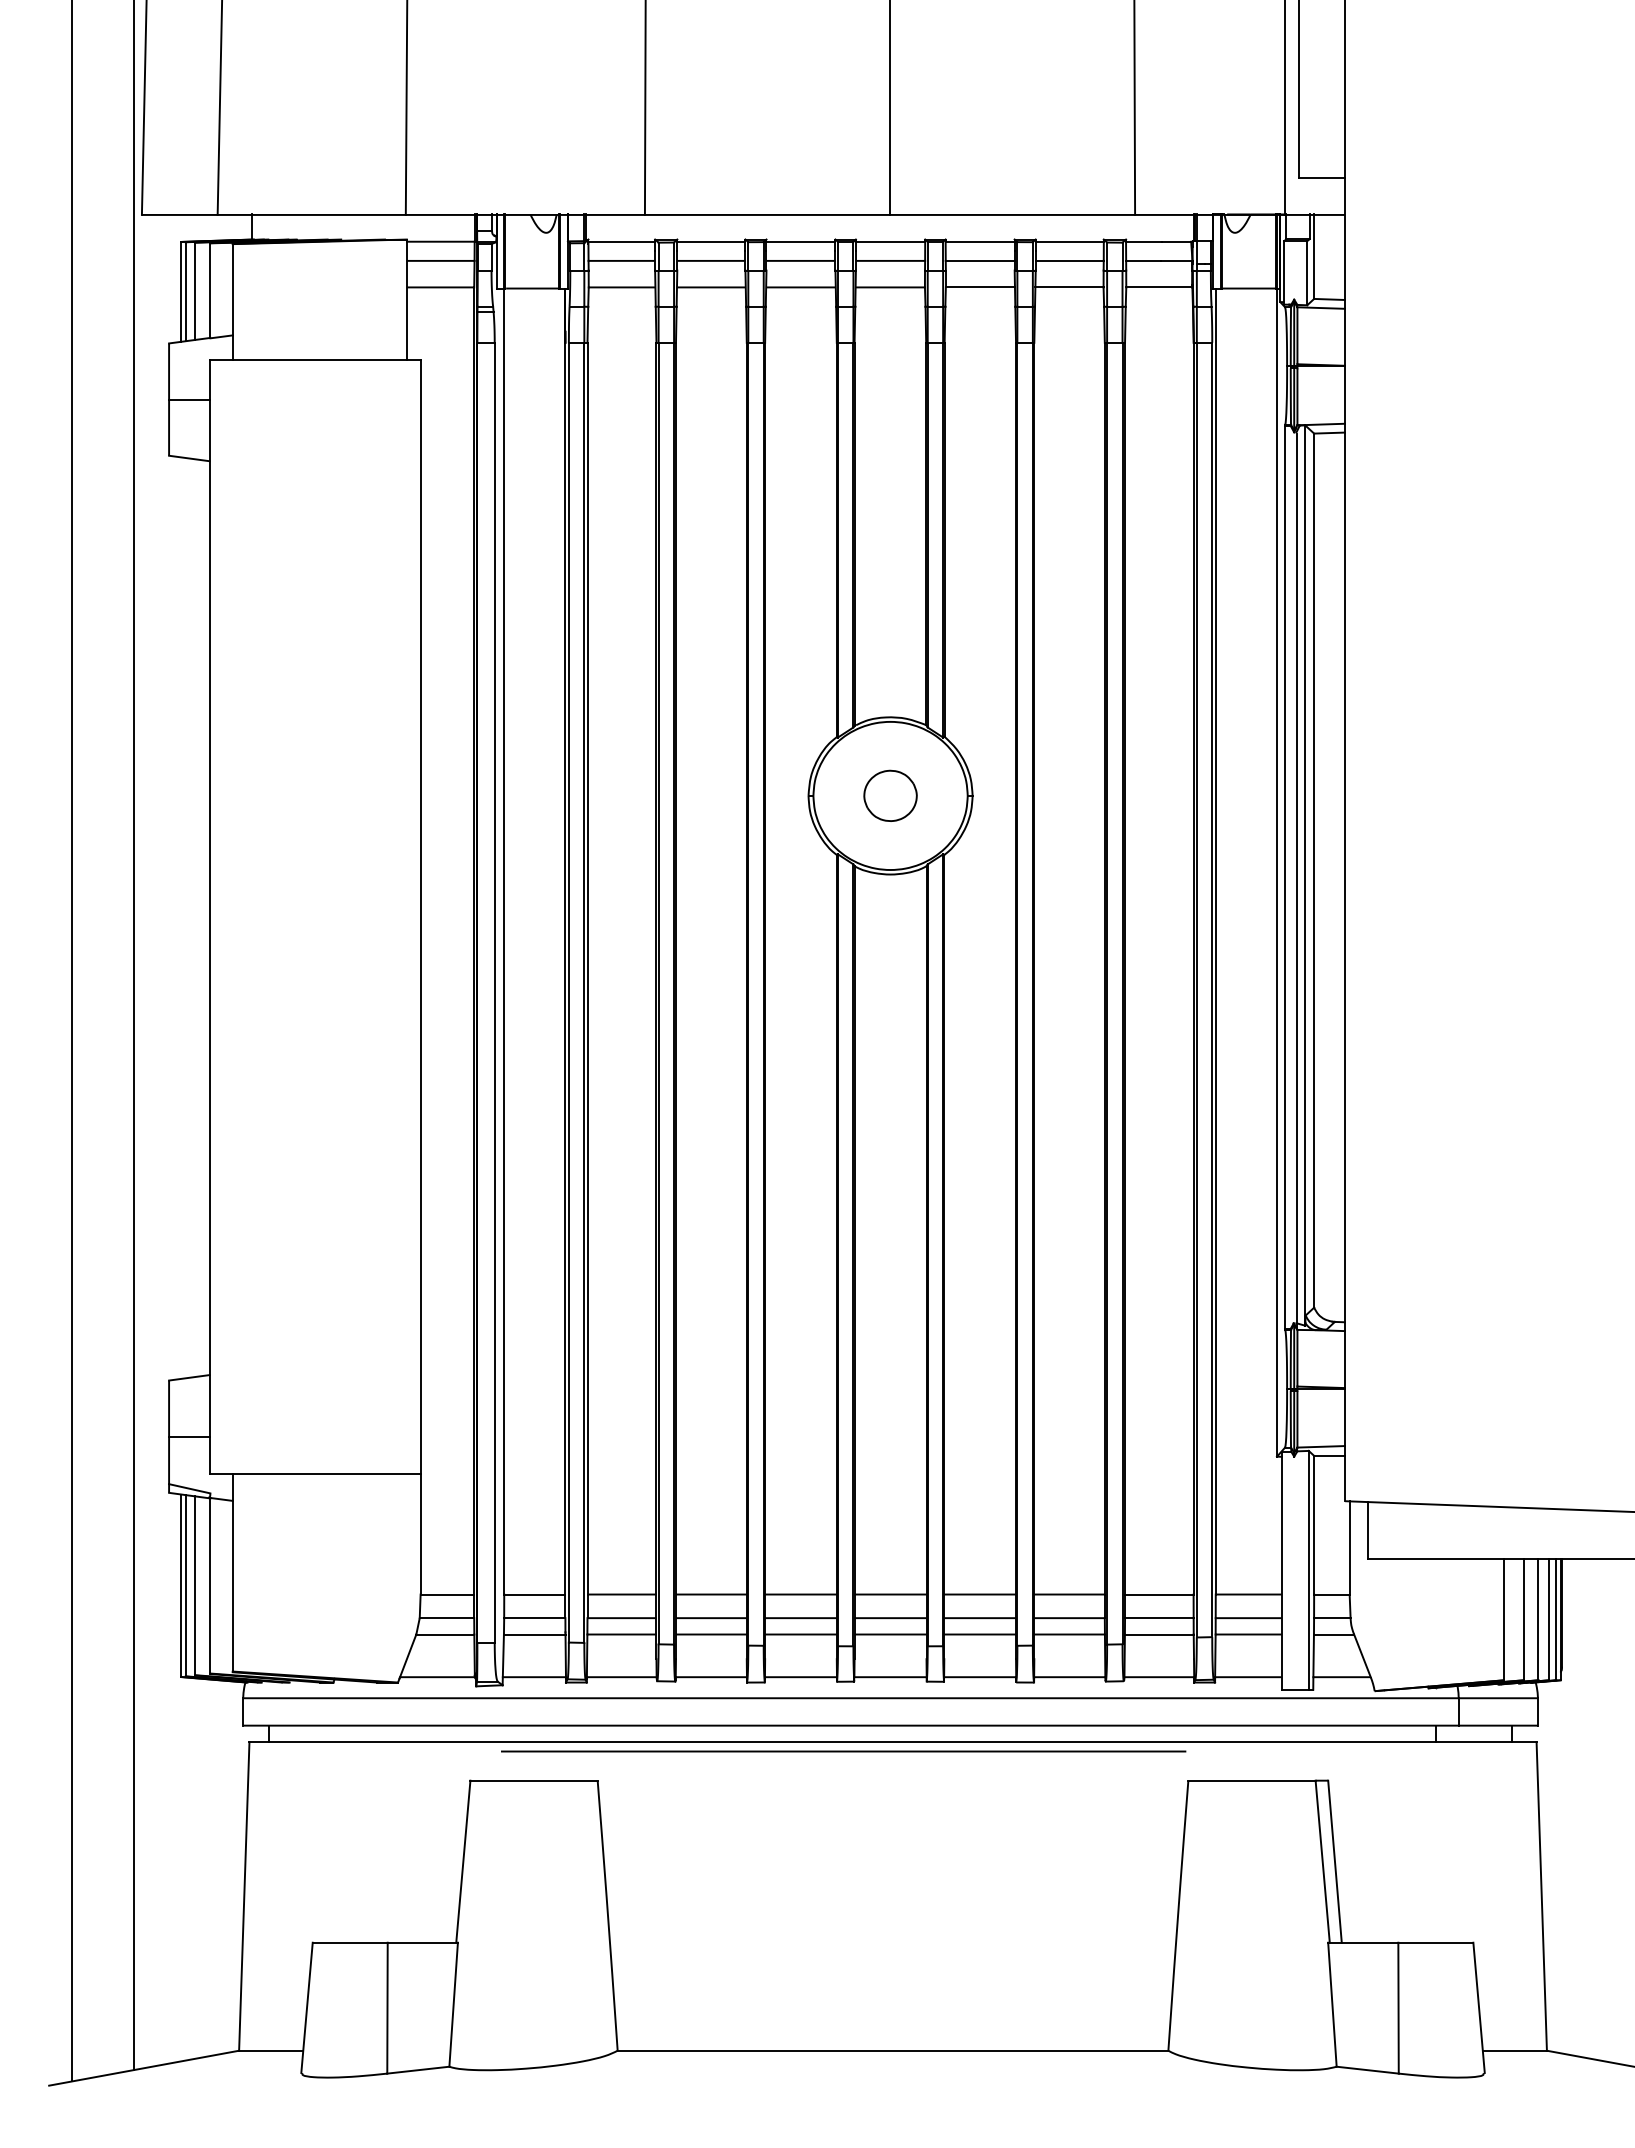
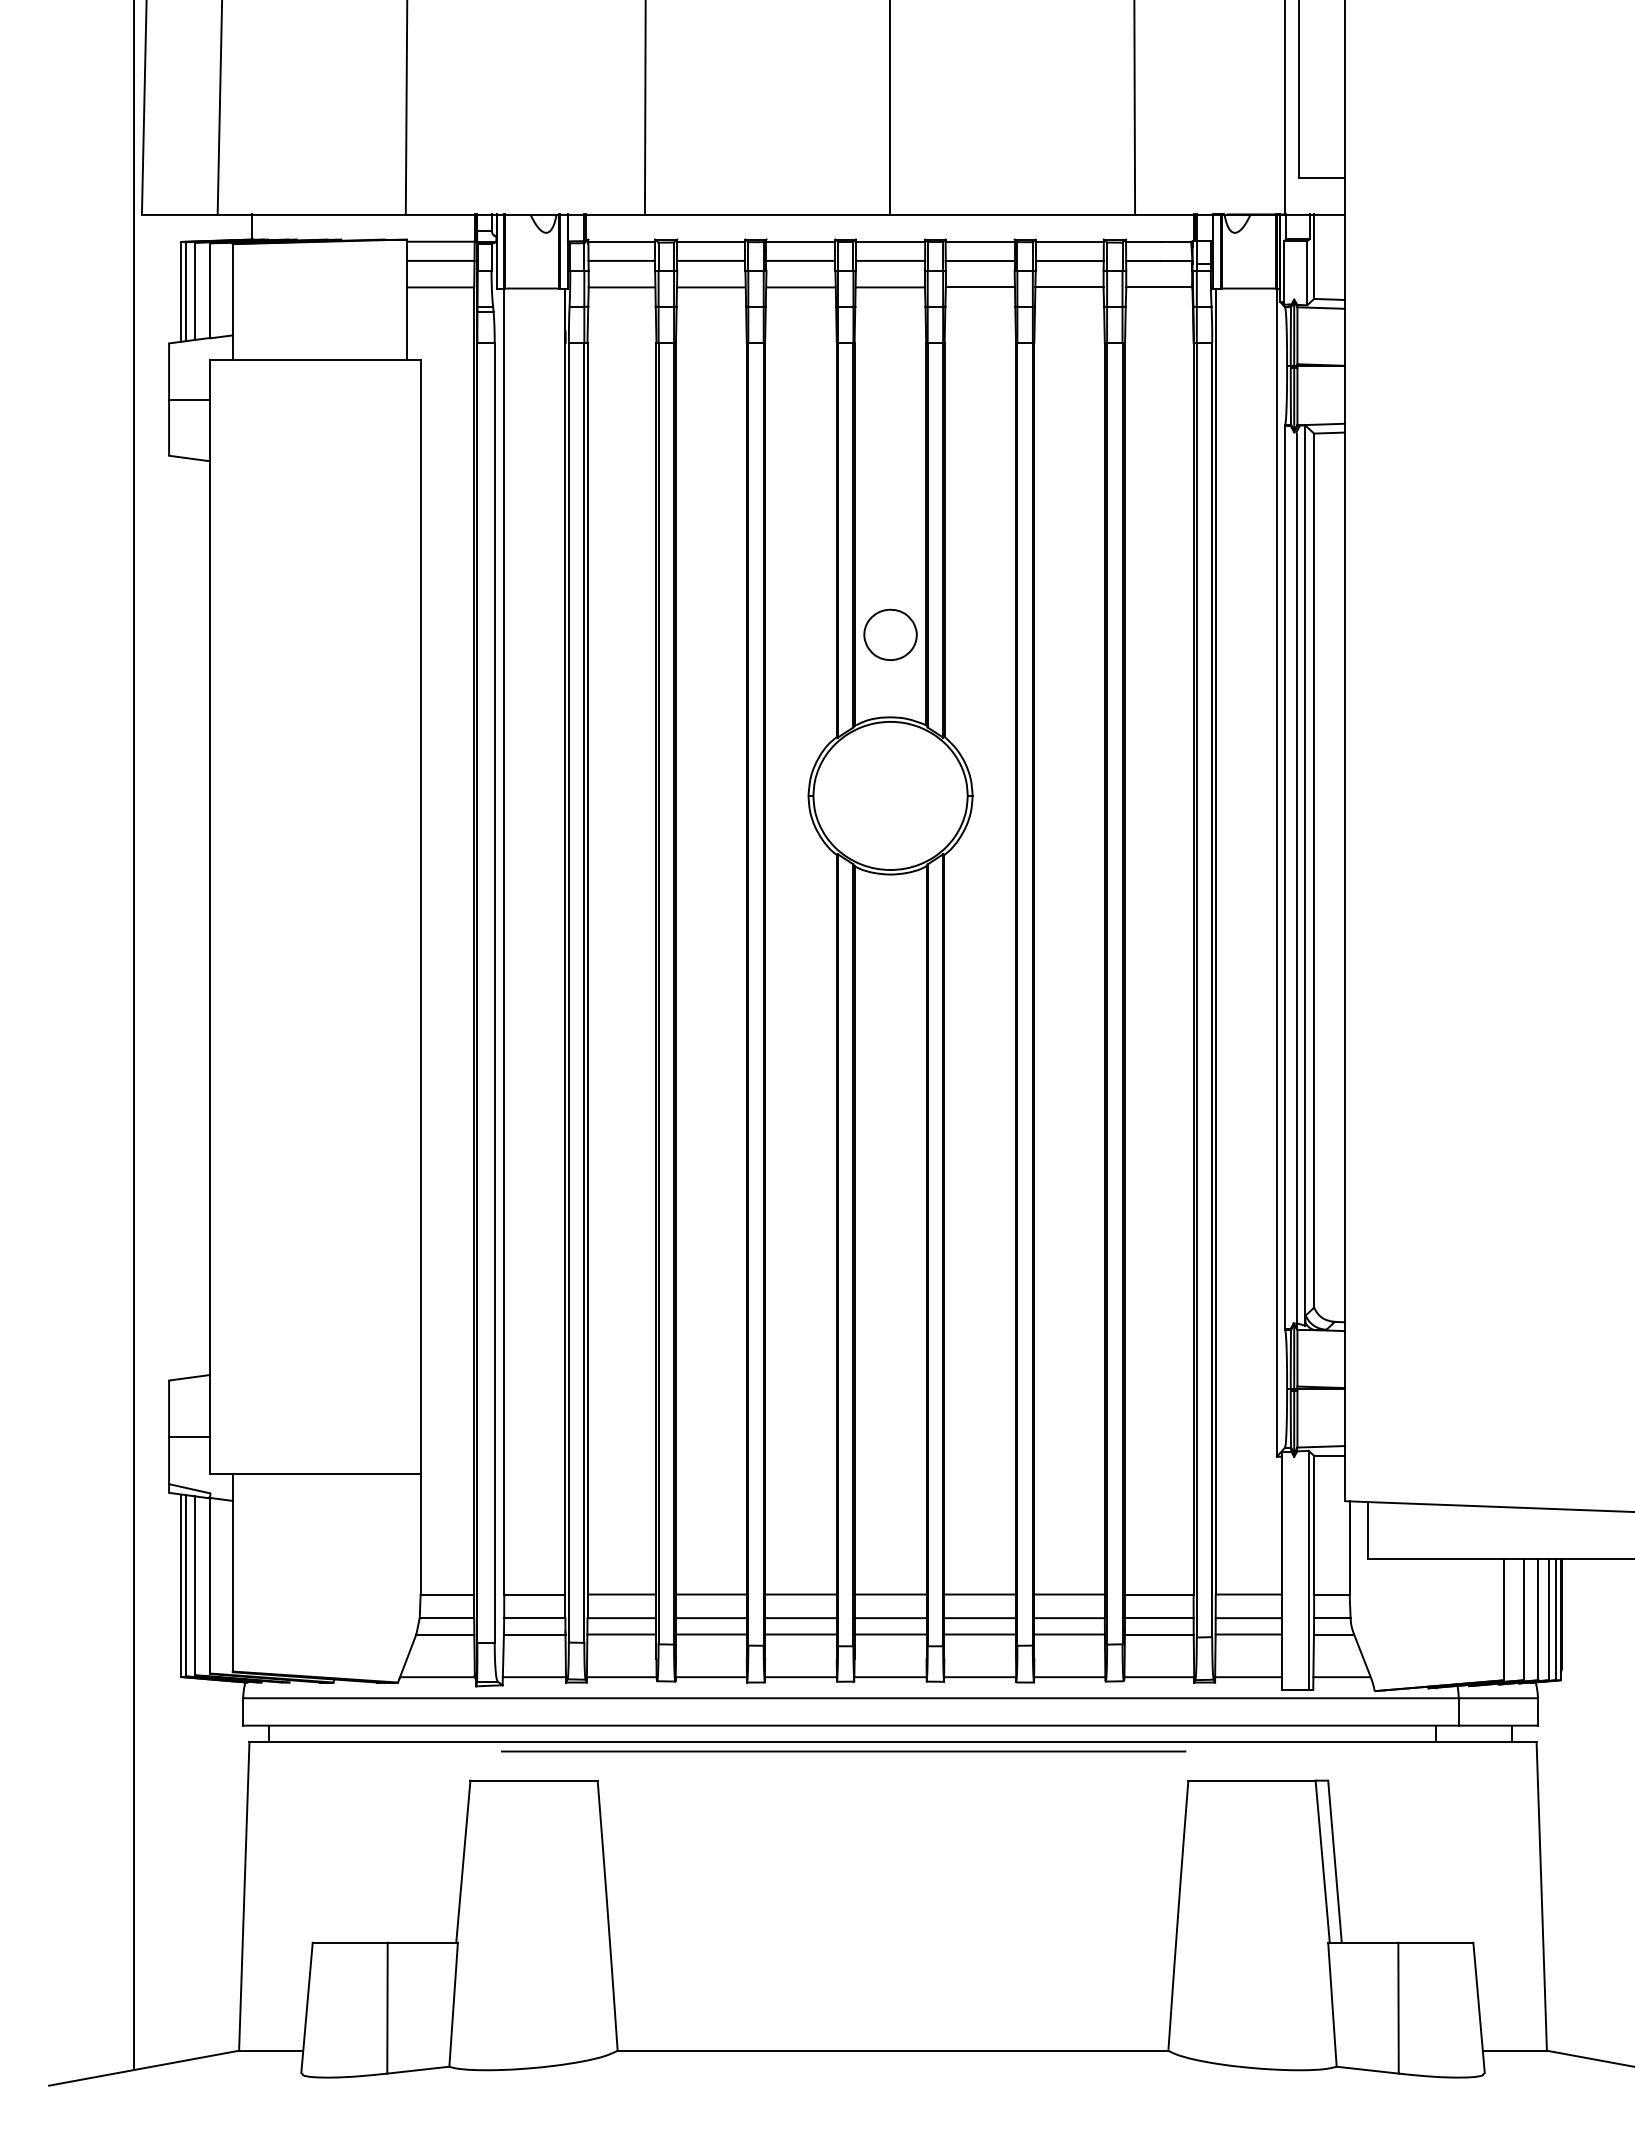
part at (890, 795) position: (890, 795) -> (890, 634)
line at (71, 1041): present -> none
